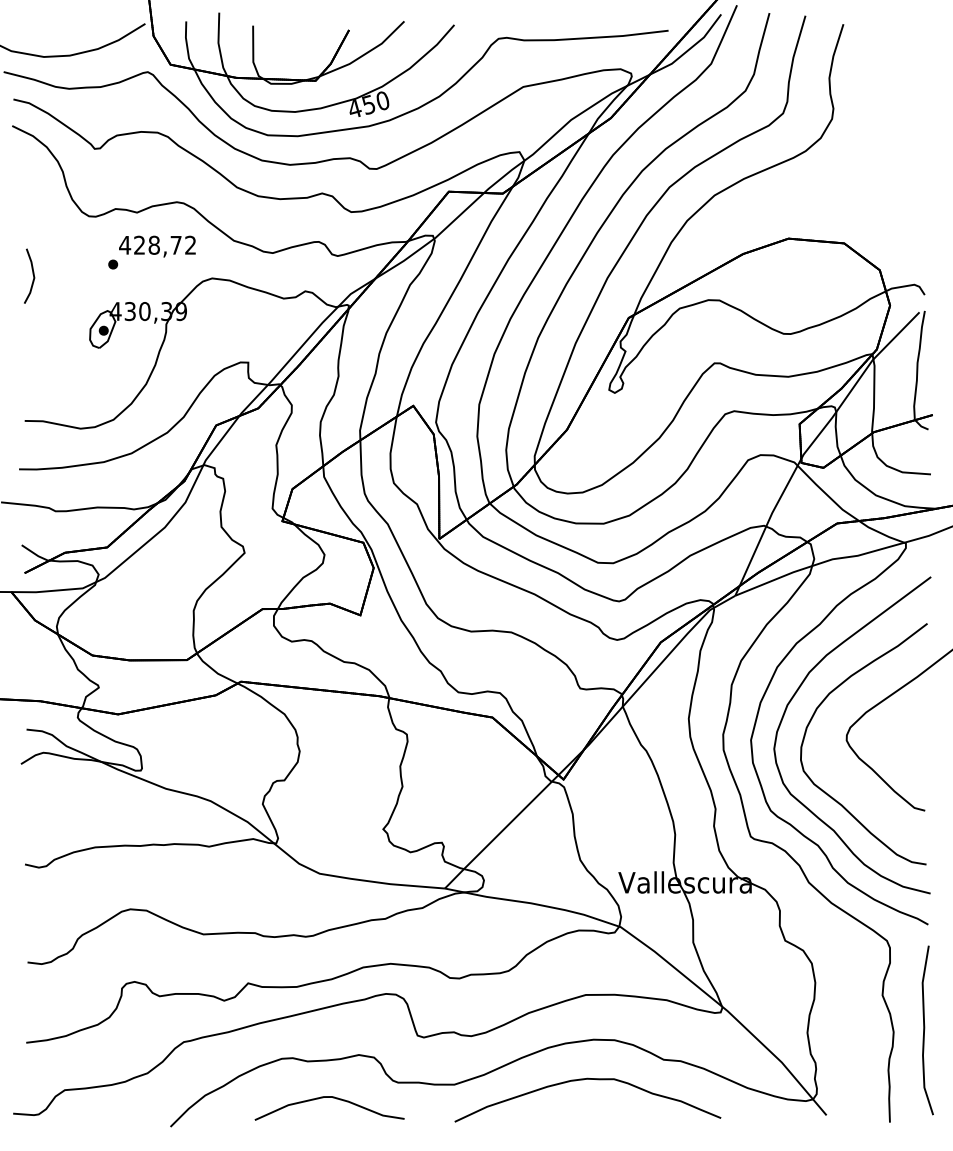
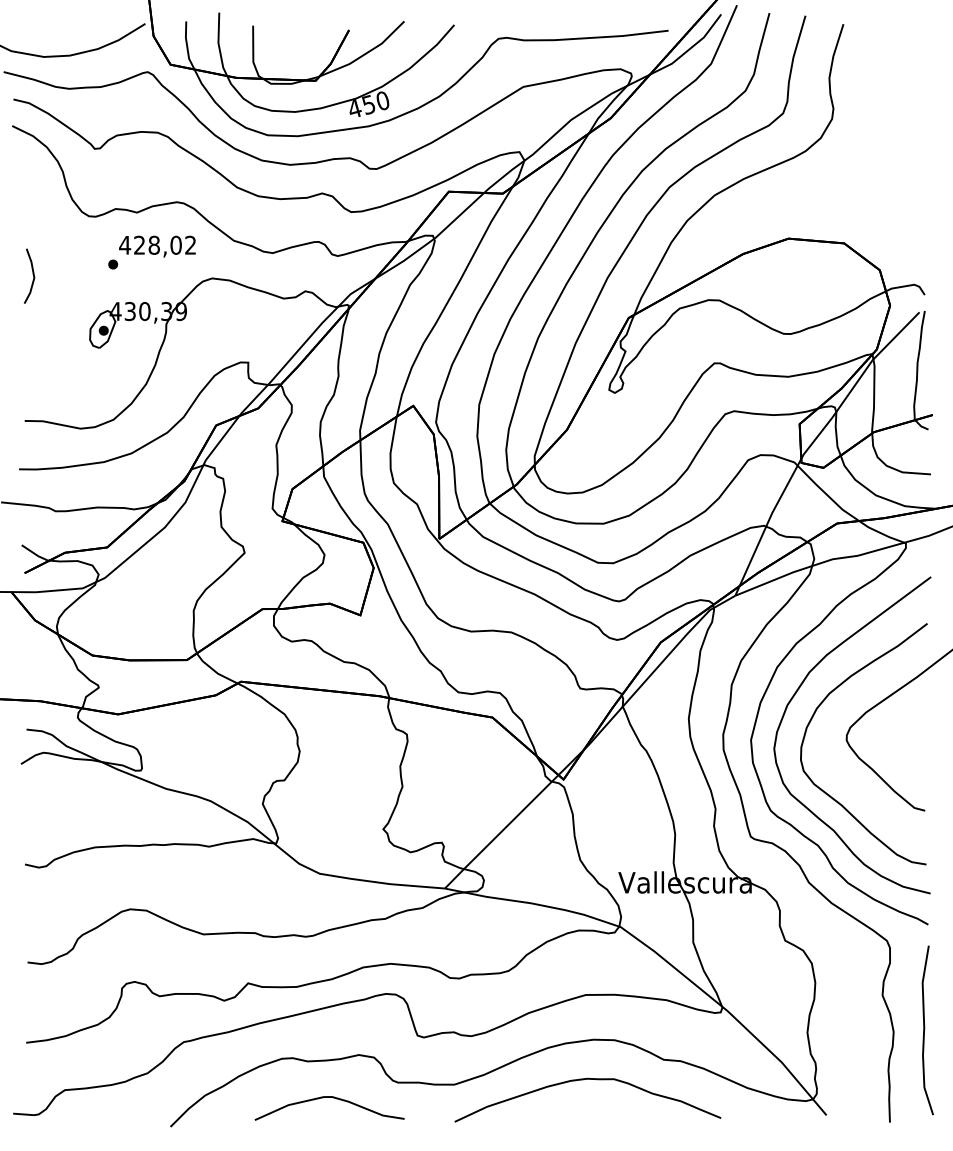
text at (175, 244): 428,72 -> 428,02
